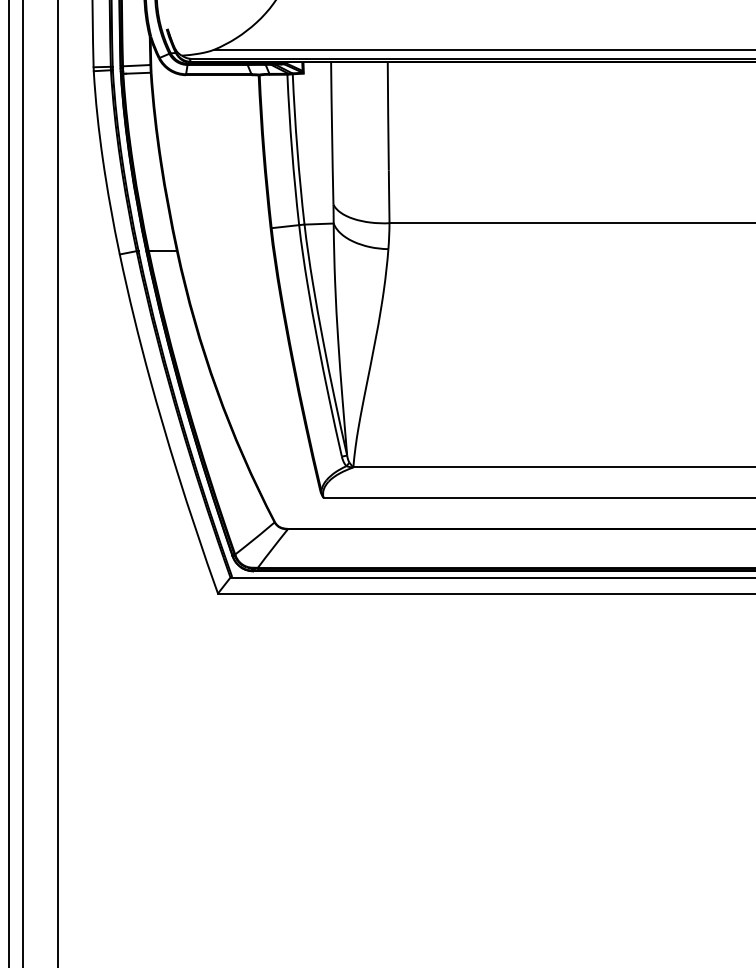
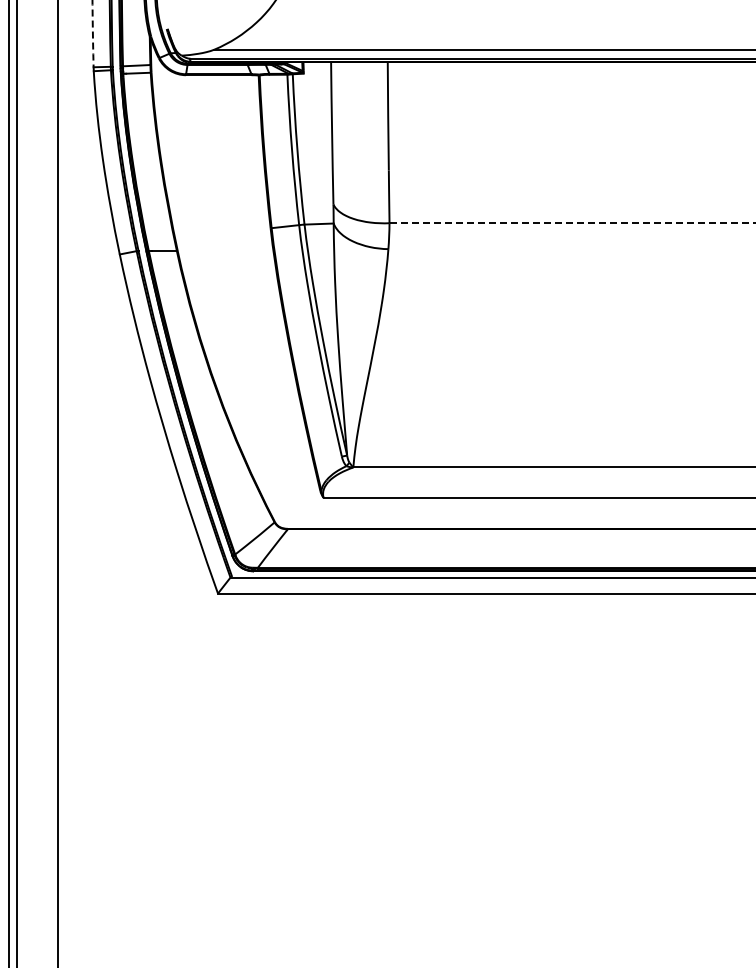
arc at (92, 33): solid -> dashed
line at (572, 223): solid -> dashed
line at (22, 483) position: (22, 483) -> (16, 483)
